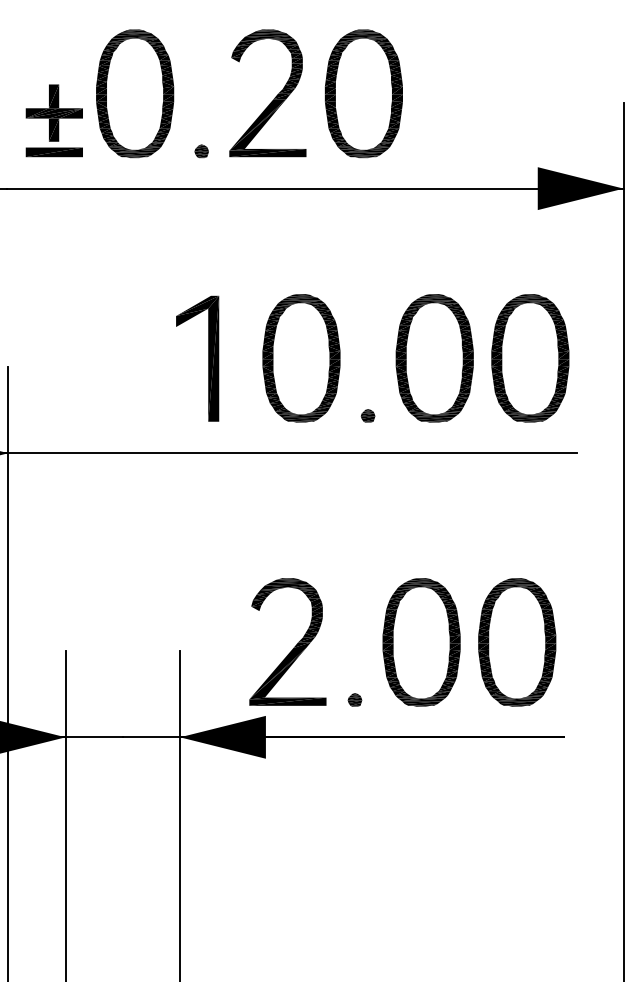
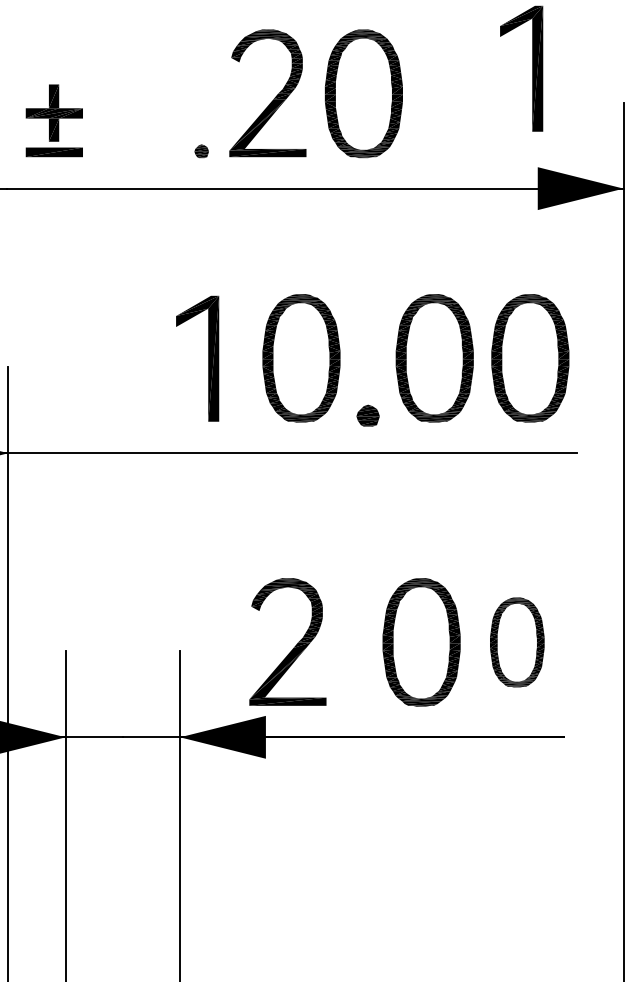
part at (532, 68): none -> present
part at (135, 93): present -> none
part at (367, 415) size: 16x14 px -> 24x23 px
part at (517, 642) size: 79x129 px -> 55x91 px
part at (354, 699): present -> none
